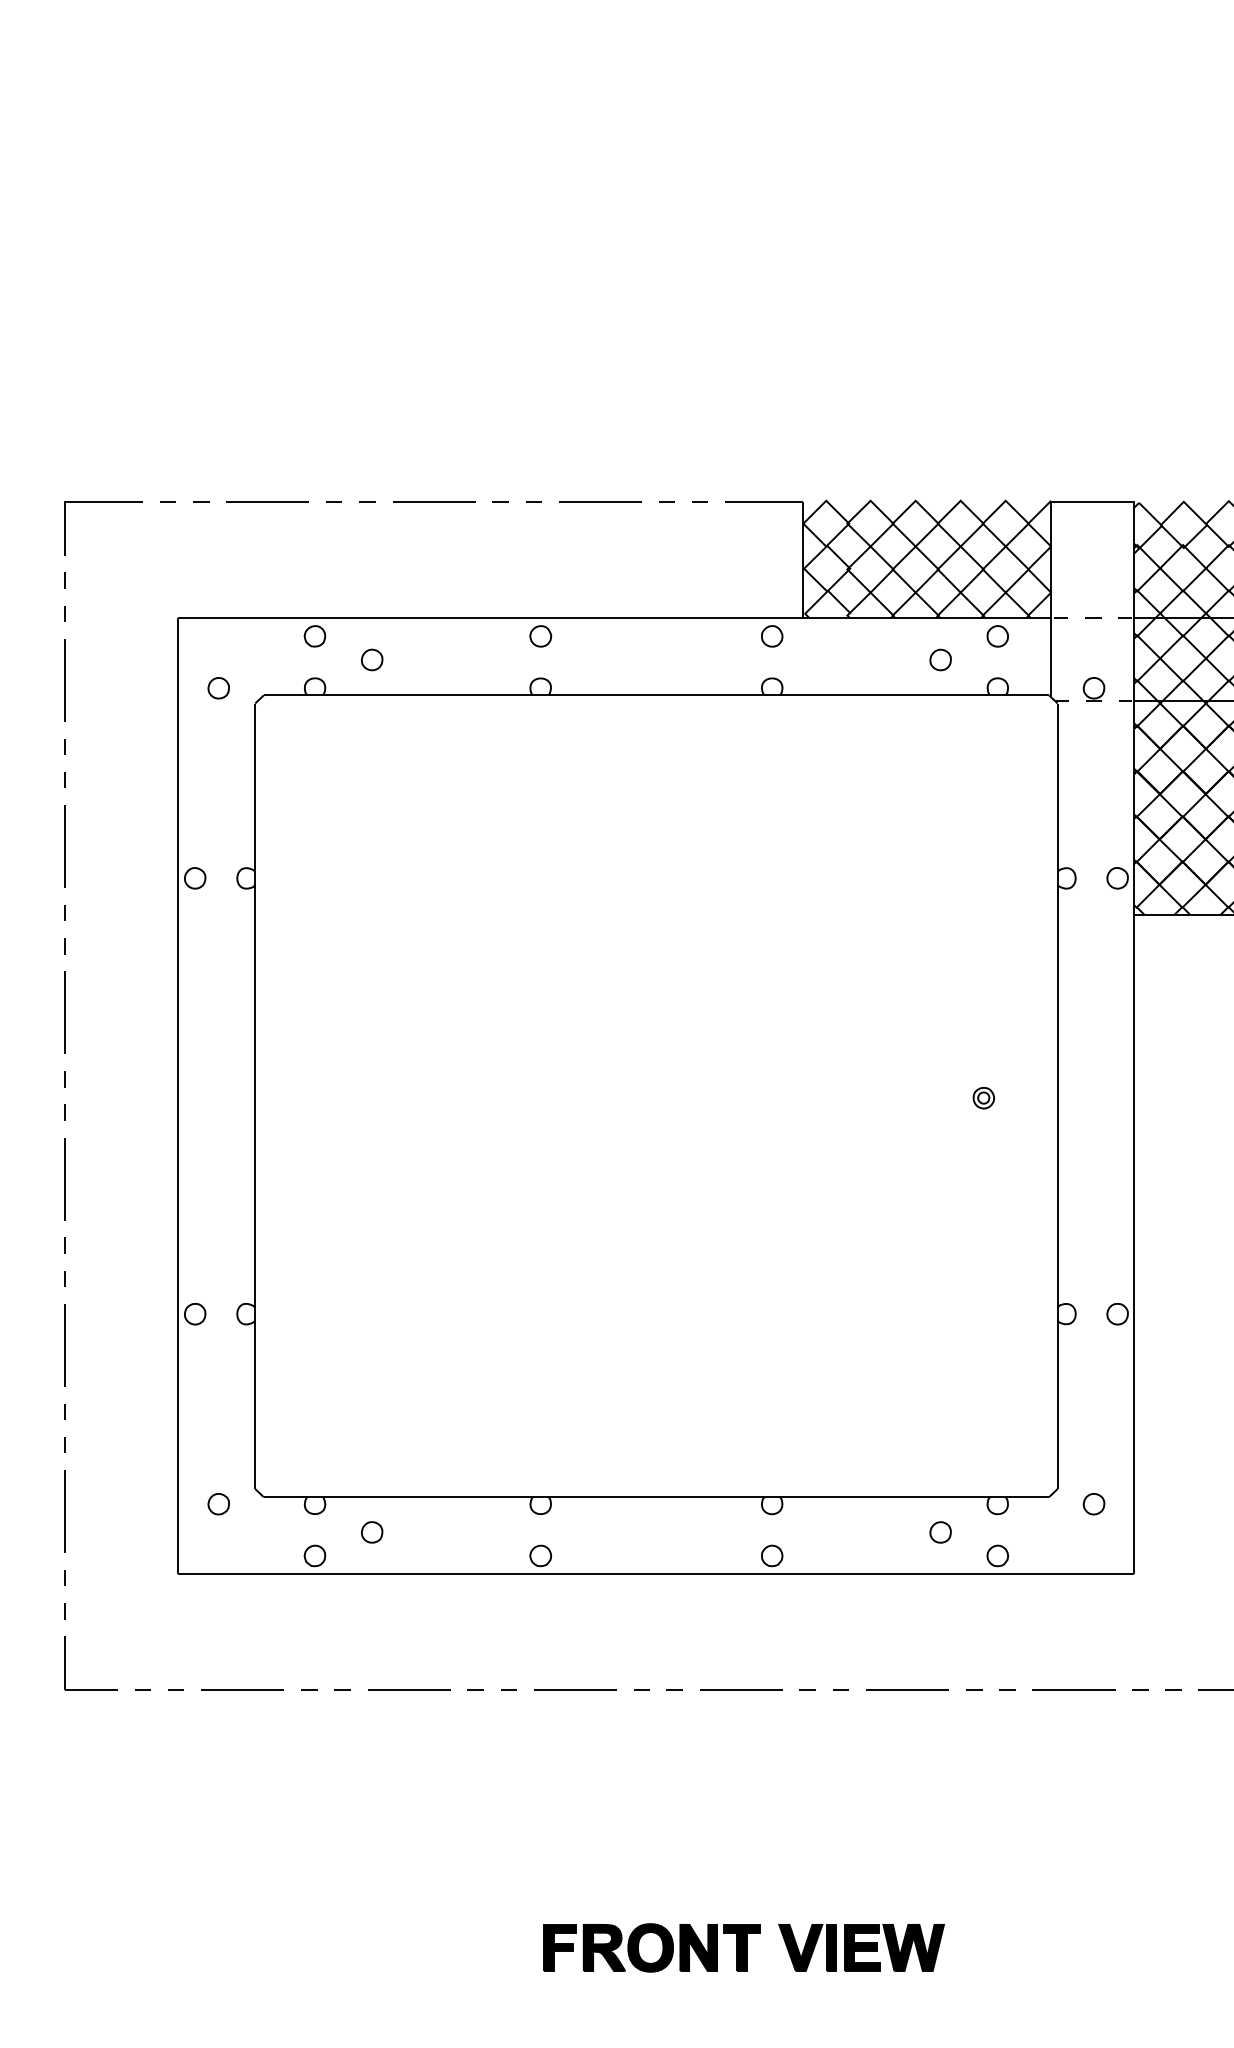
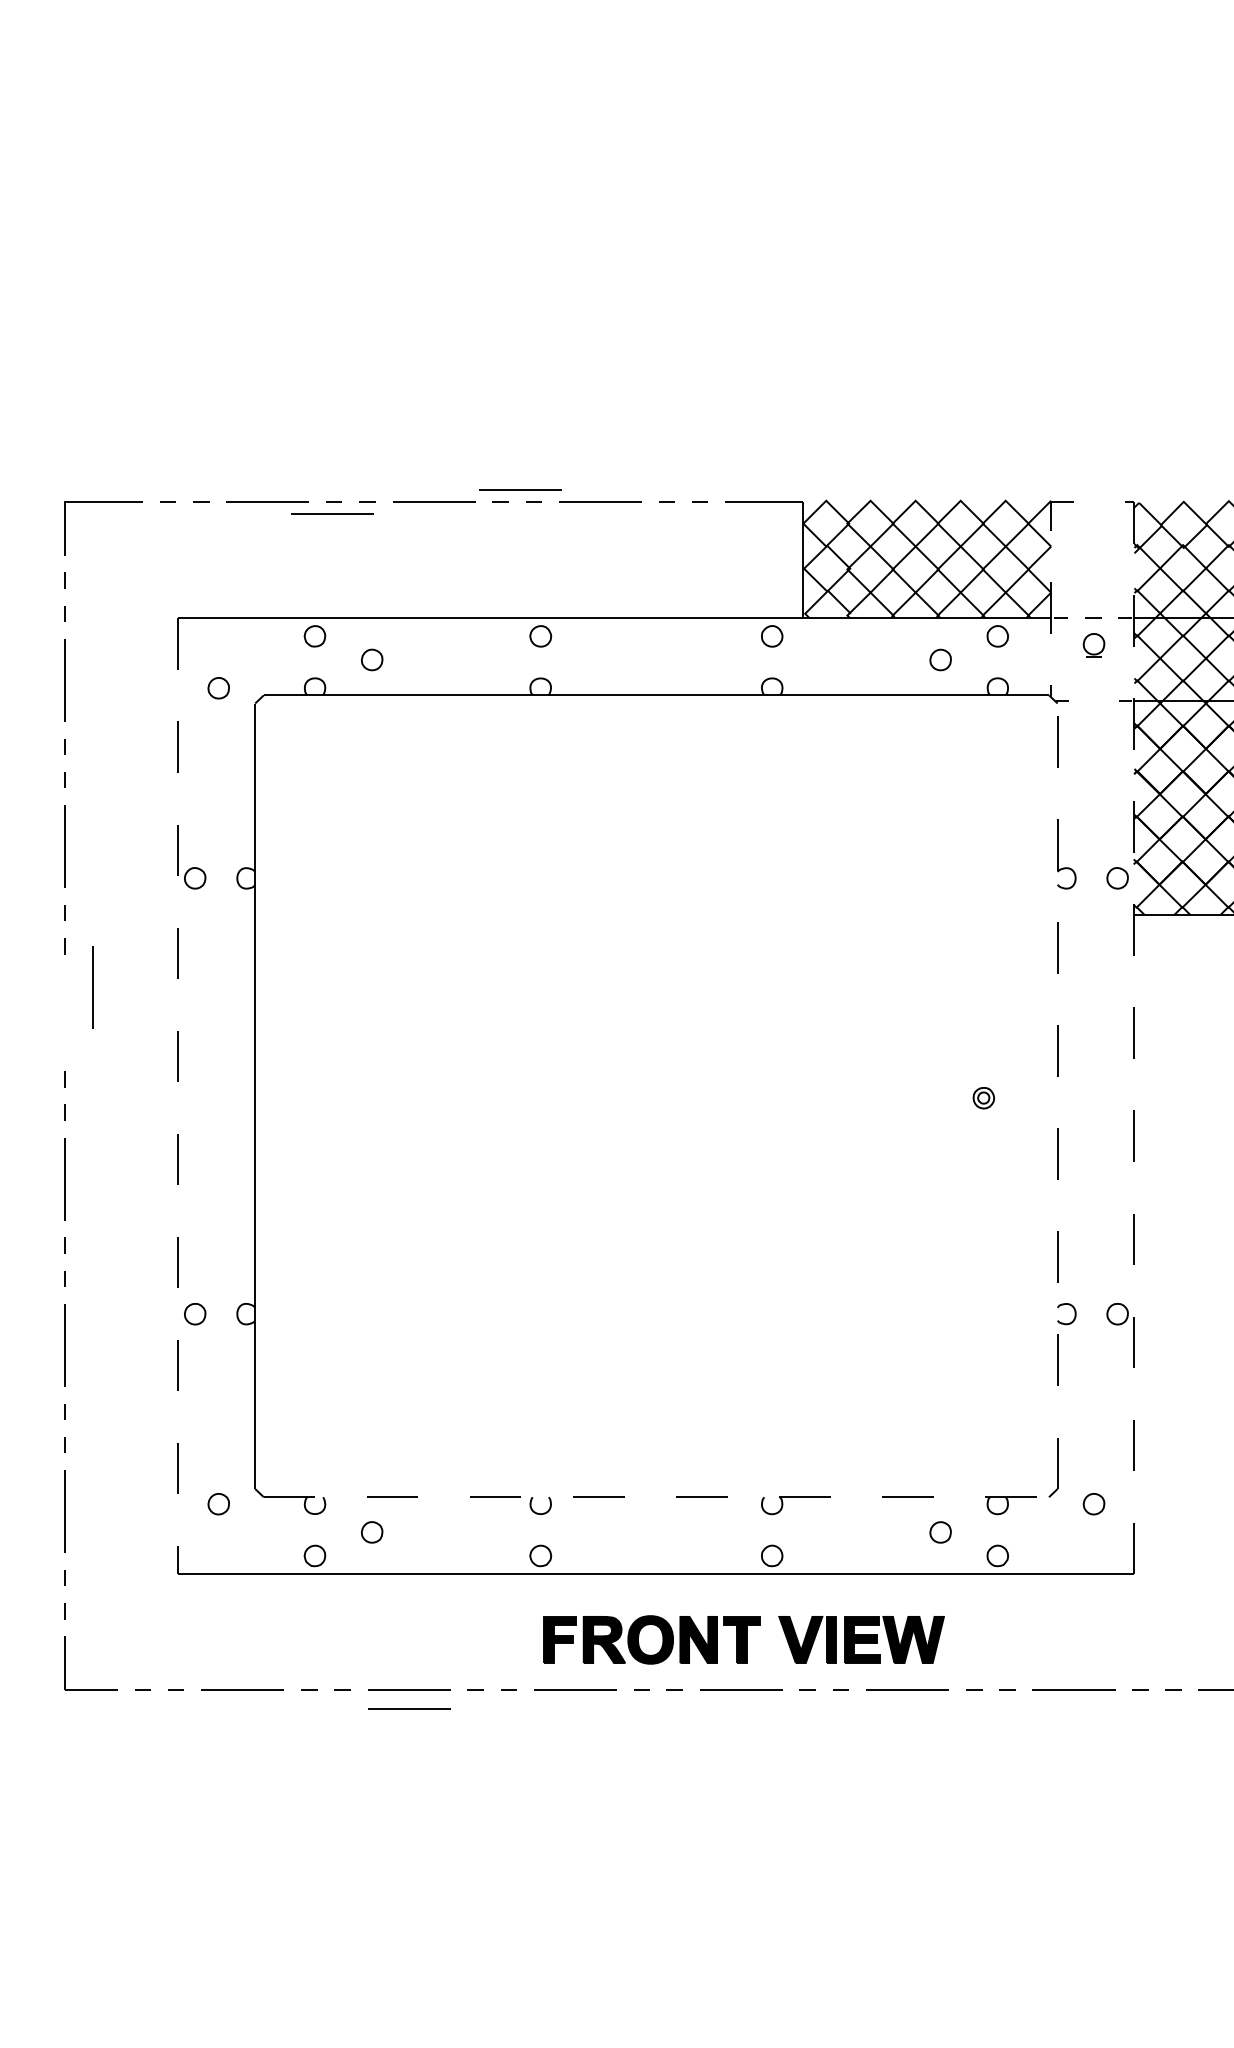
line at (520, 489): none -> present
line at (332, 513): none -> present
part at (1093, 689) position: (1093, 689) -> (1093, 645)
line at (1134, 896): solid -> dashed
line at (64, 1012) position: (64, 1012) -> (92, 987)
line at (178, 1096): solid -> dashed
line at (1057, 1096): solid -> dashed
line at (656, 1497): solid -> dashed
line at (409, 1708): none -> present
part at (743, 1947) position: (743, 1947) -> (743, 1639)
